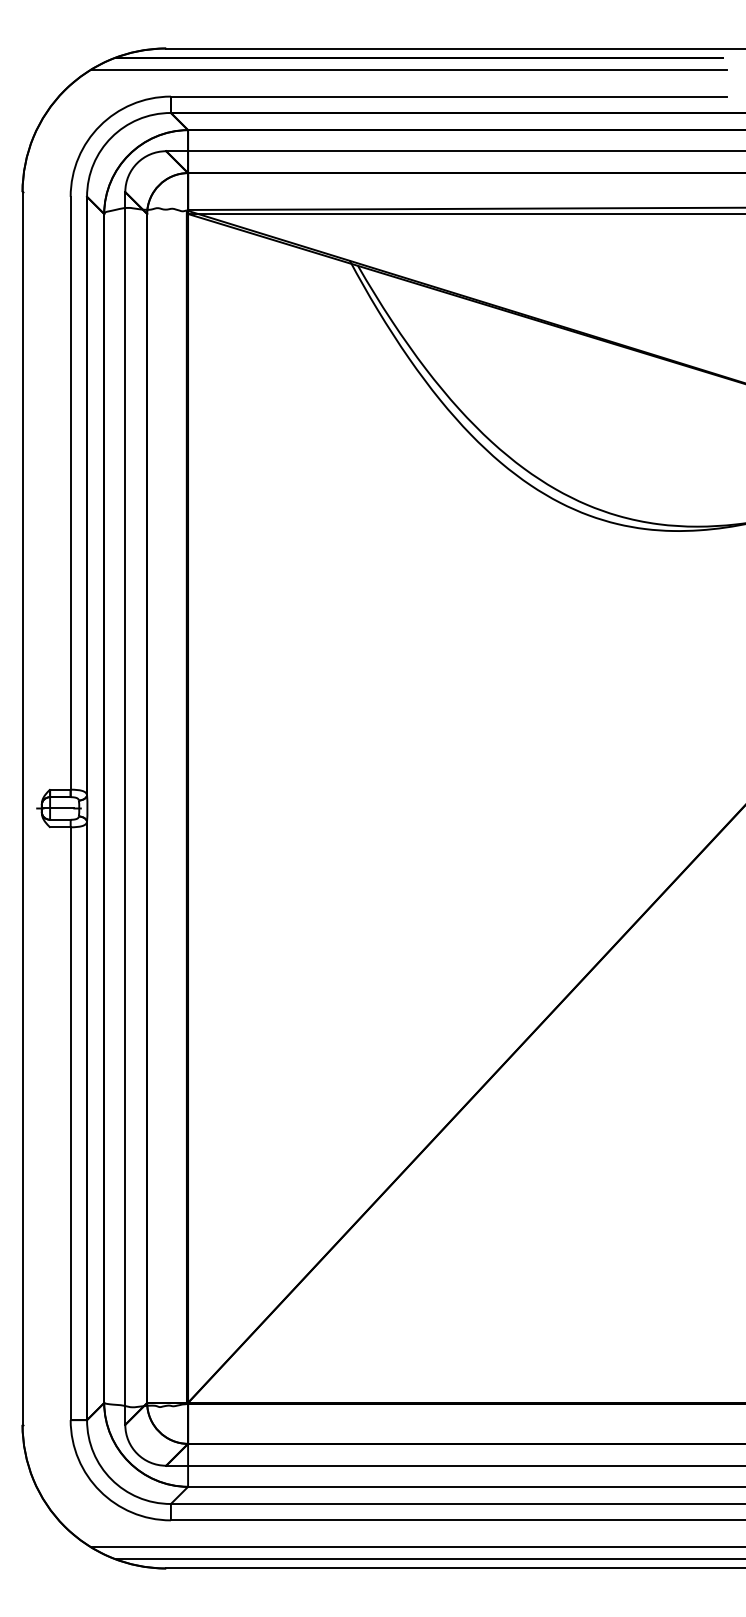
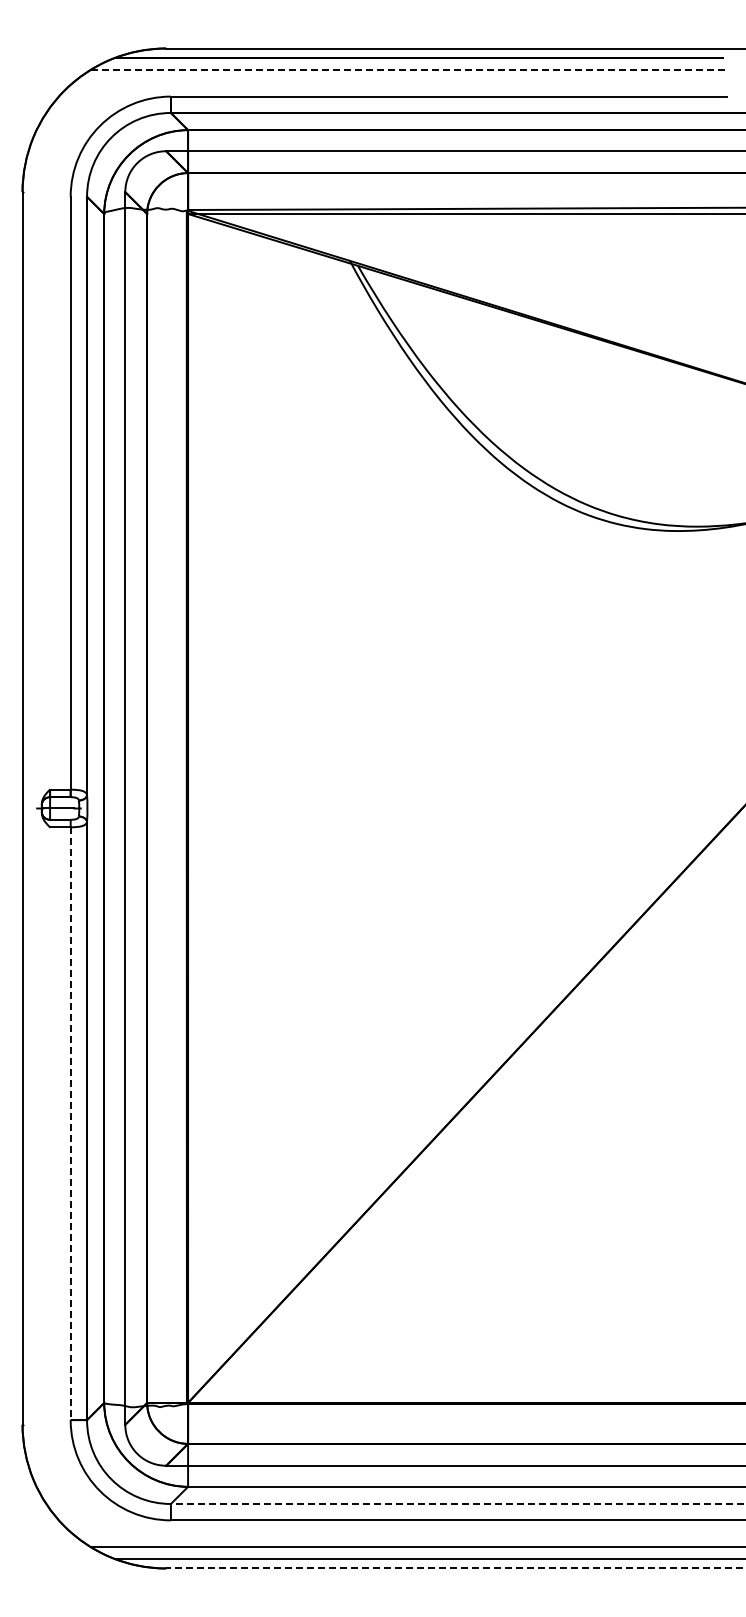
line at (409, 69): solid -> dashed
line at (70, 1124): solid -> dashed
line at (457, 1503): solid -> dashed
line at (455, 1568): solid -> dashed
